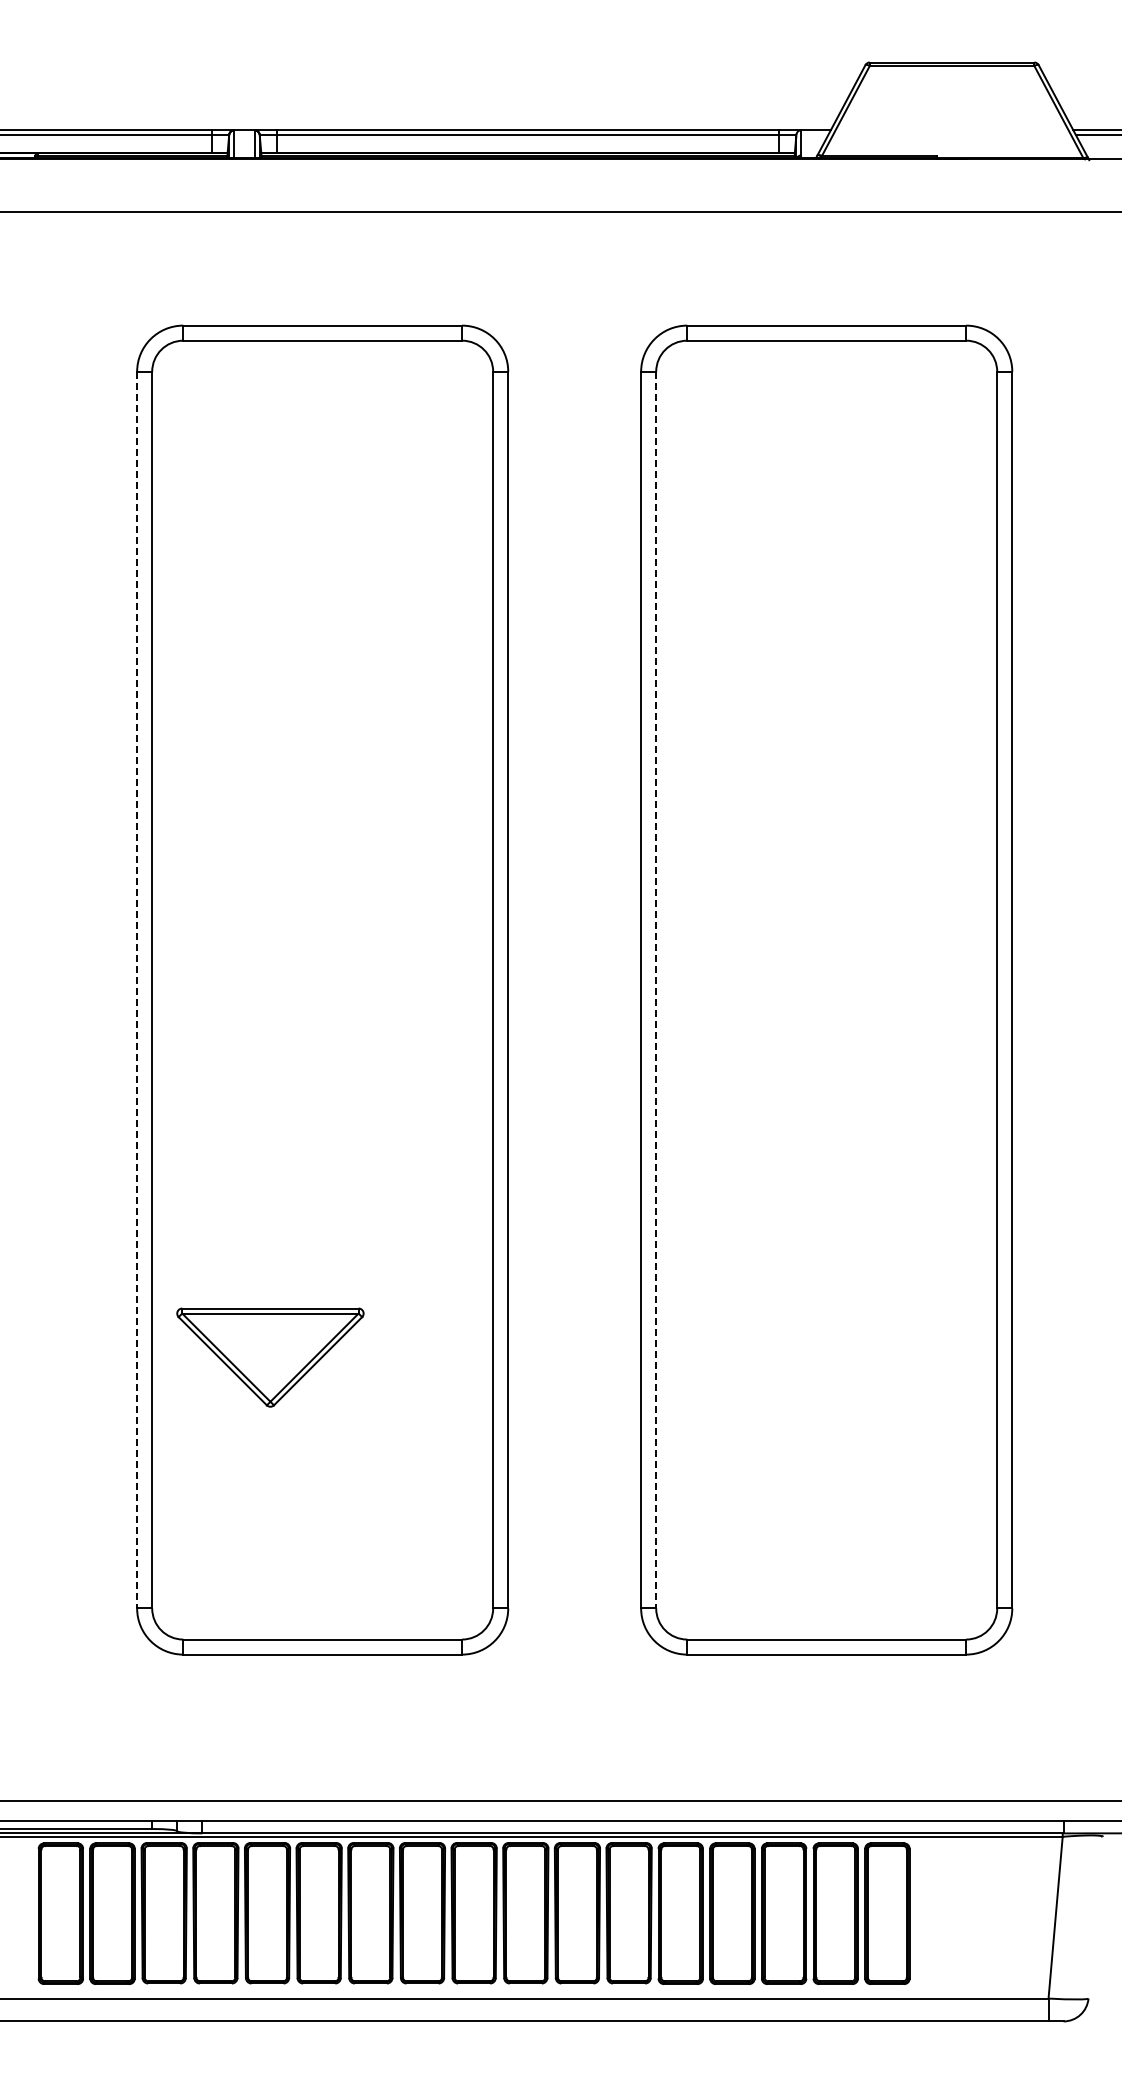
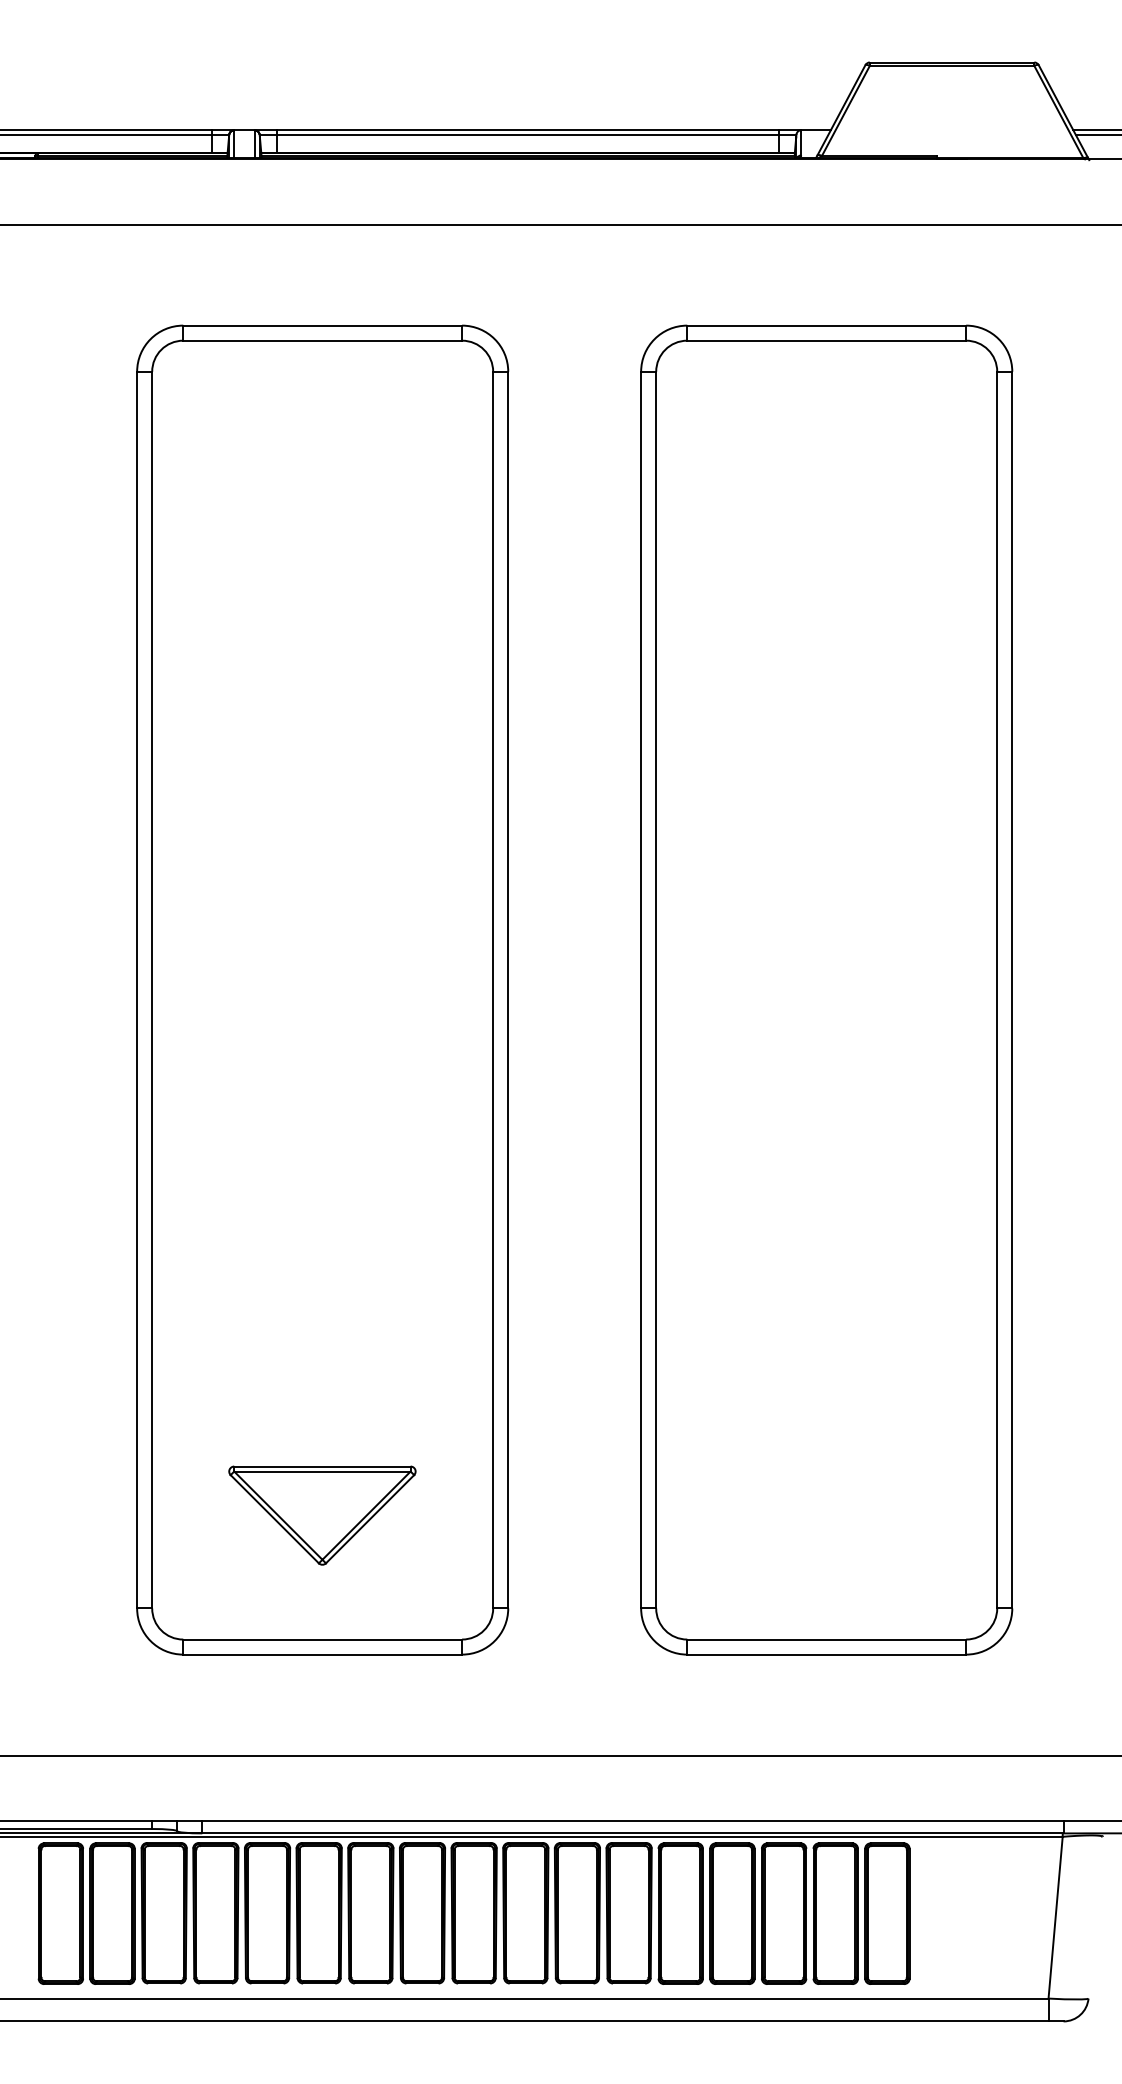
line at (560, 211) position: (560, 211) -> (560, 224)
line at (137, 990): dashed -> solid
line at (656, 990): dashed -> solid
part at (270, 1357) position: (270, 1357) -> (322, 1515)
line at (560, 1800) position: (560, 1800) -> (560, 1755)
